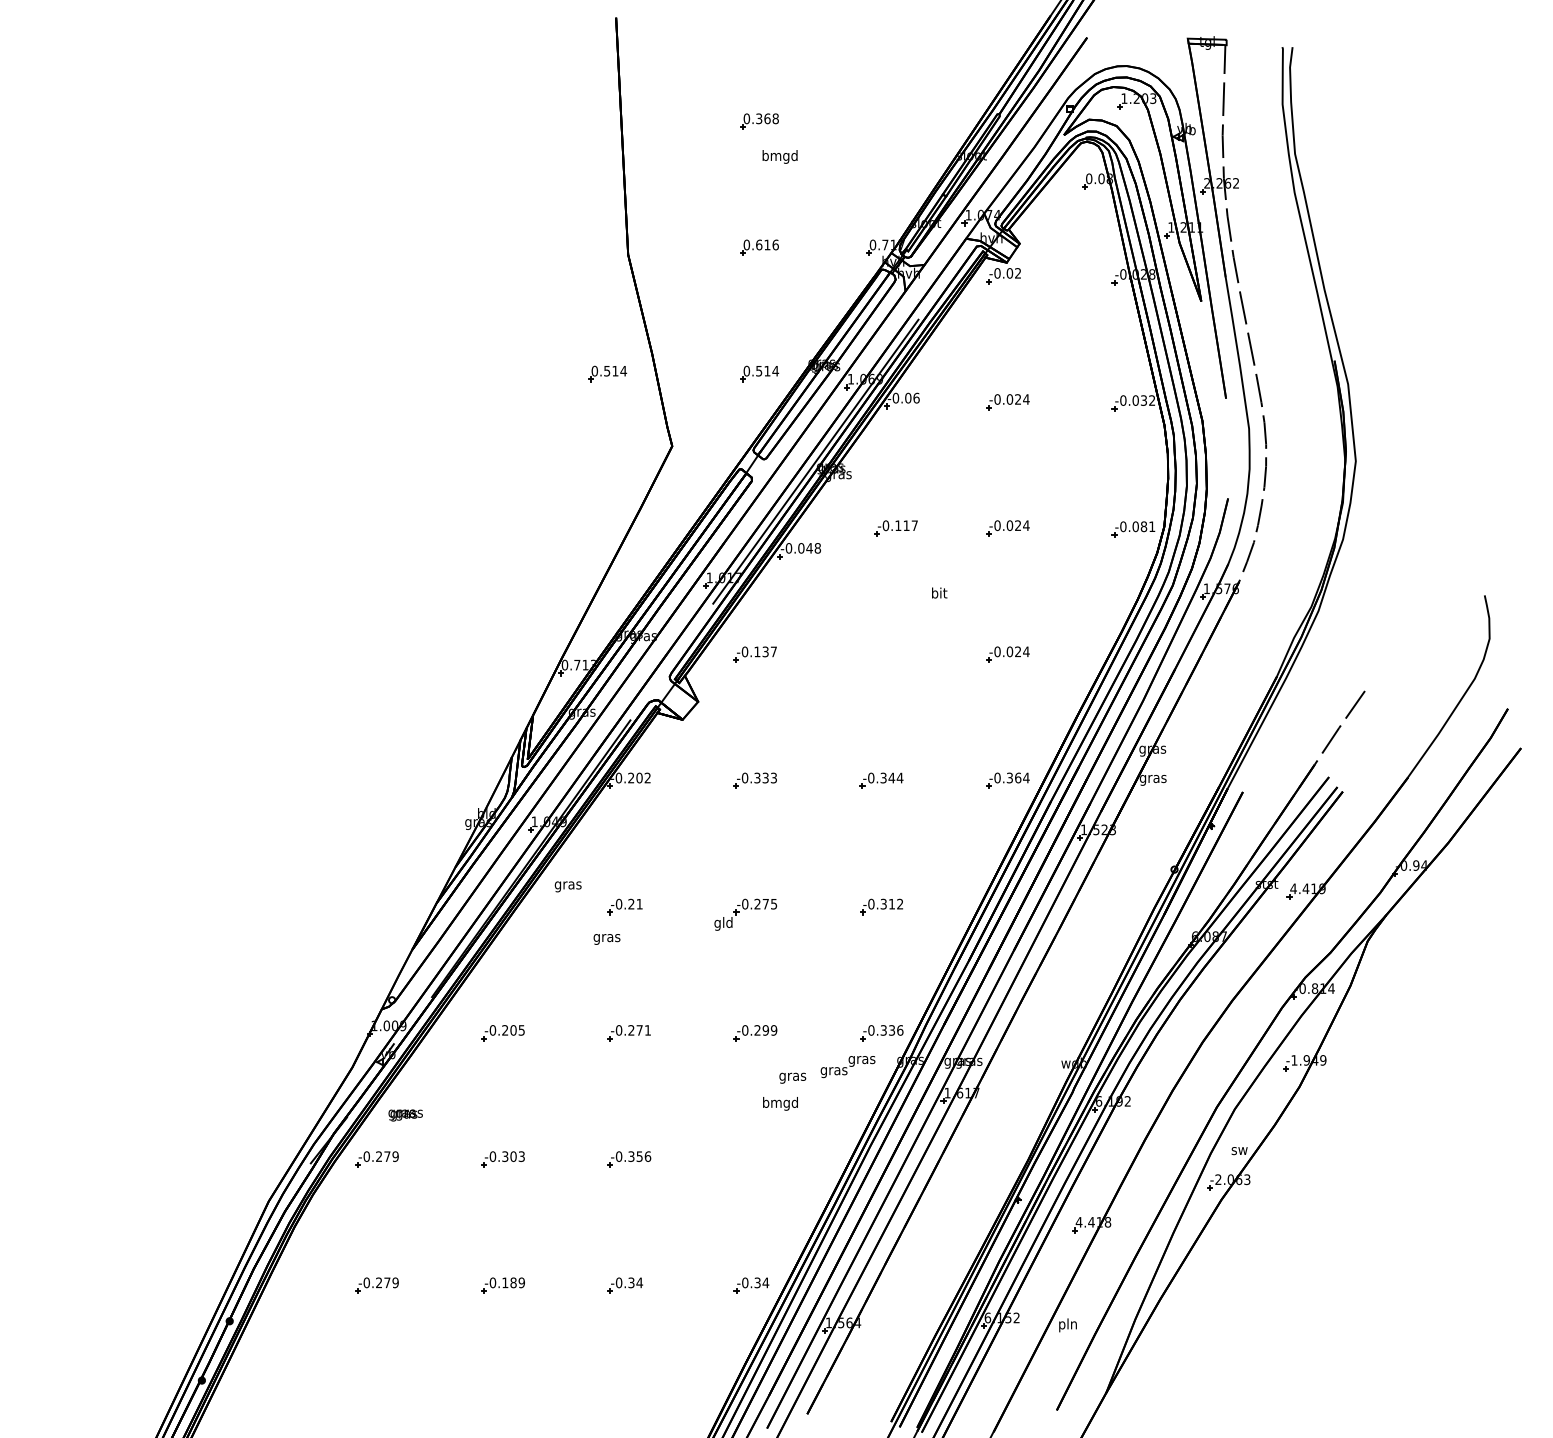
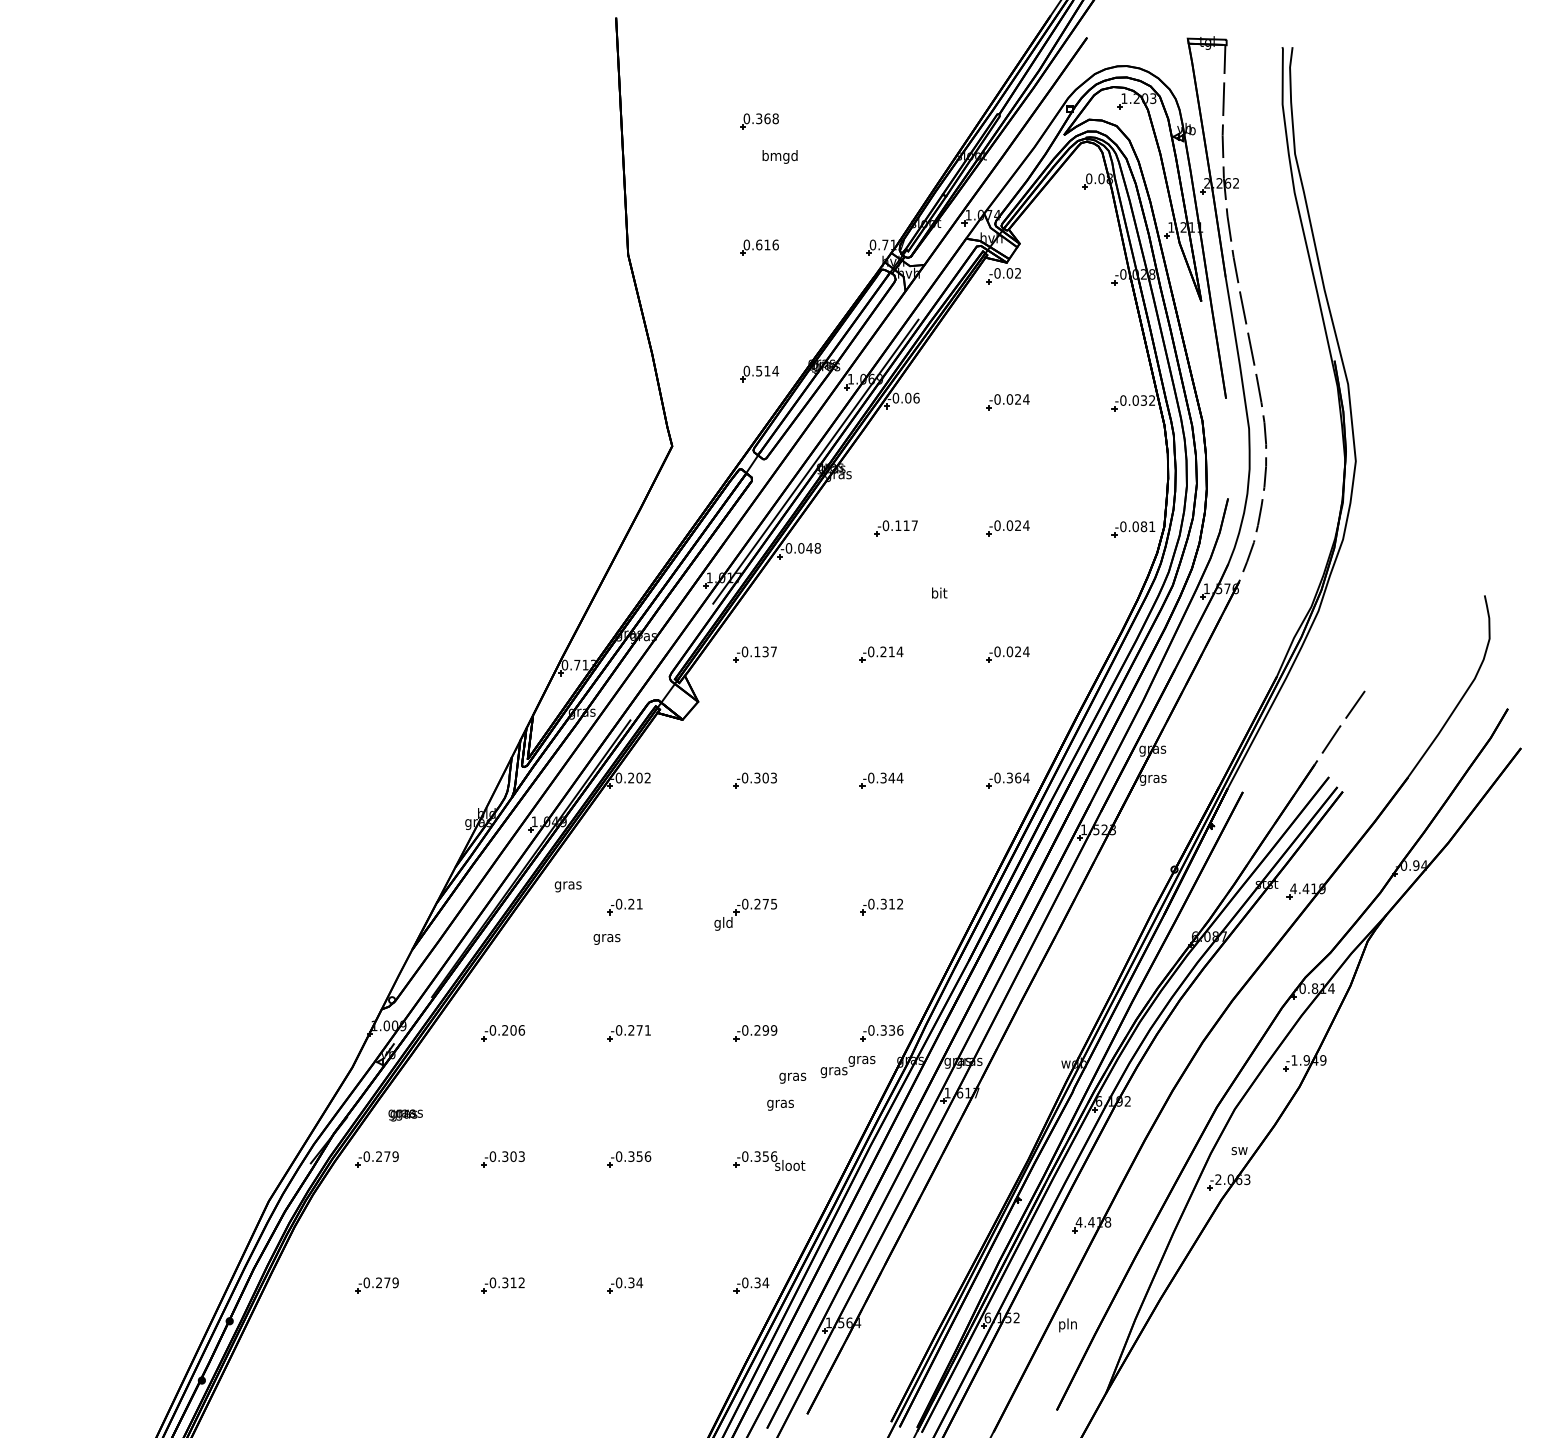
part at (607, 373): present -> none
part at (881, 654): none -> present
text at (765, 777): -0.333 -> -0.303
text at (521, 1030): -0.205 -> -0.206
text at (780, 1103): bmgd -> gras
part at (769, 1160): none -> present
text at (513, 1282): -0.189 -> -0.312
